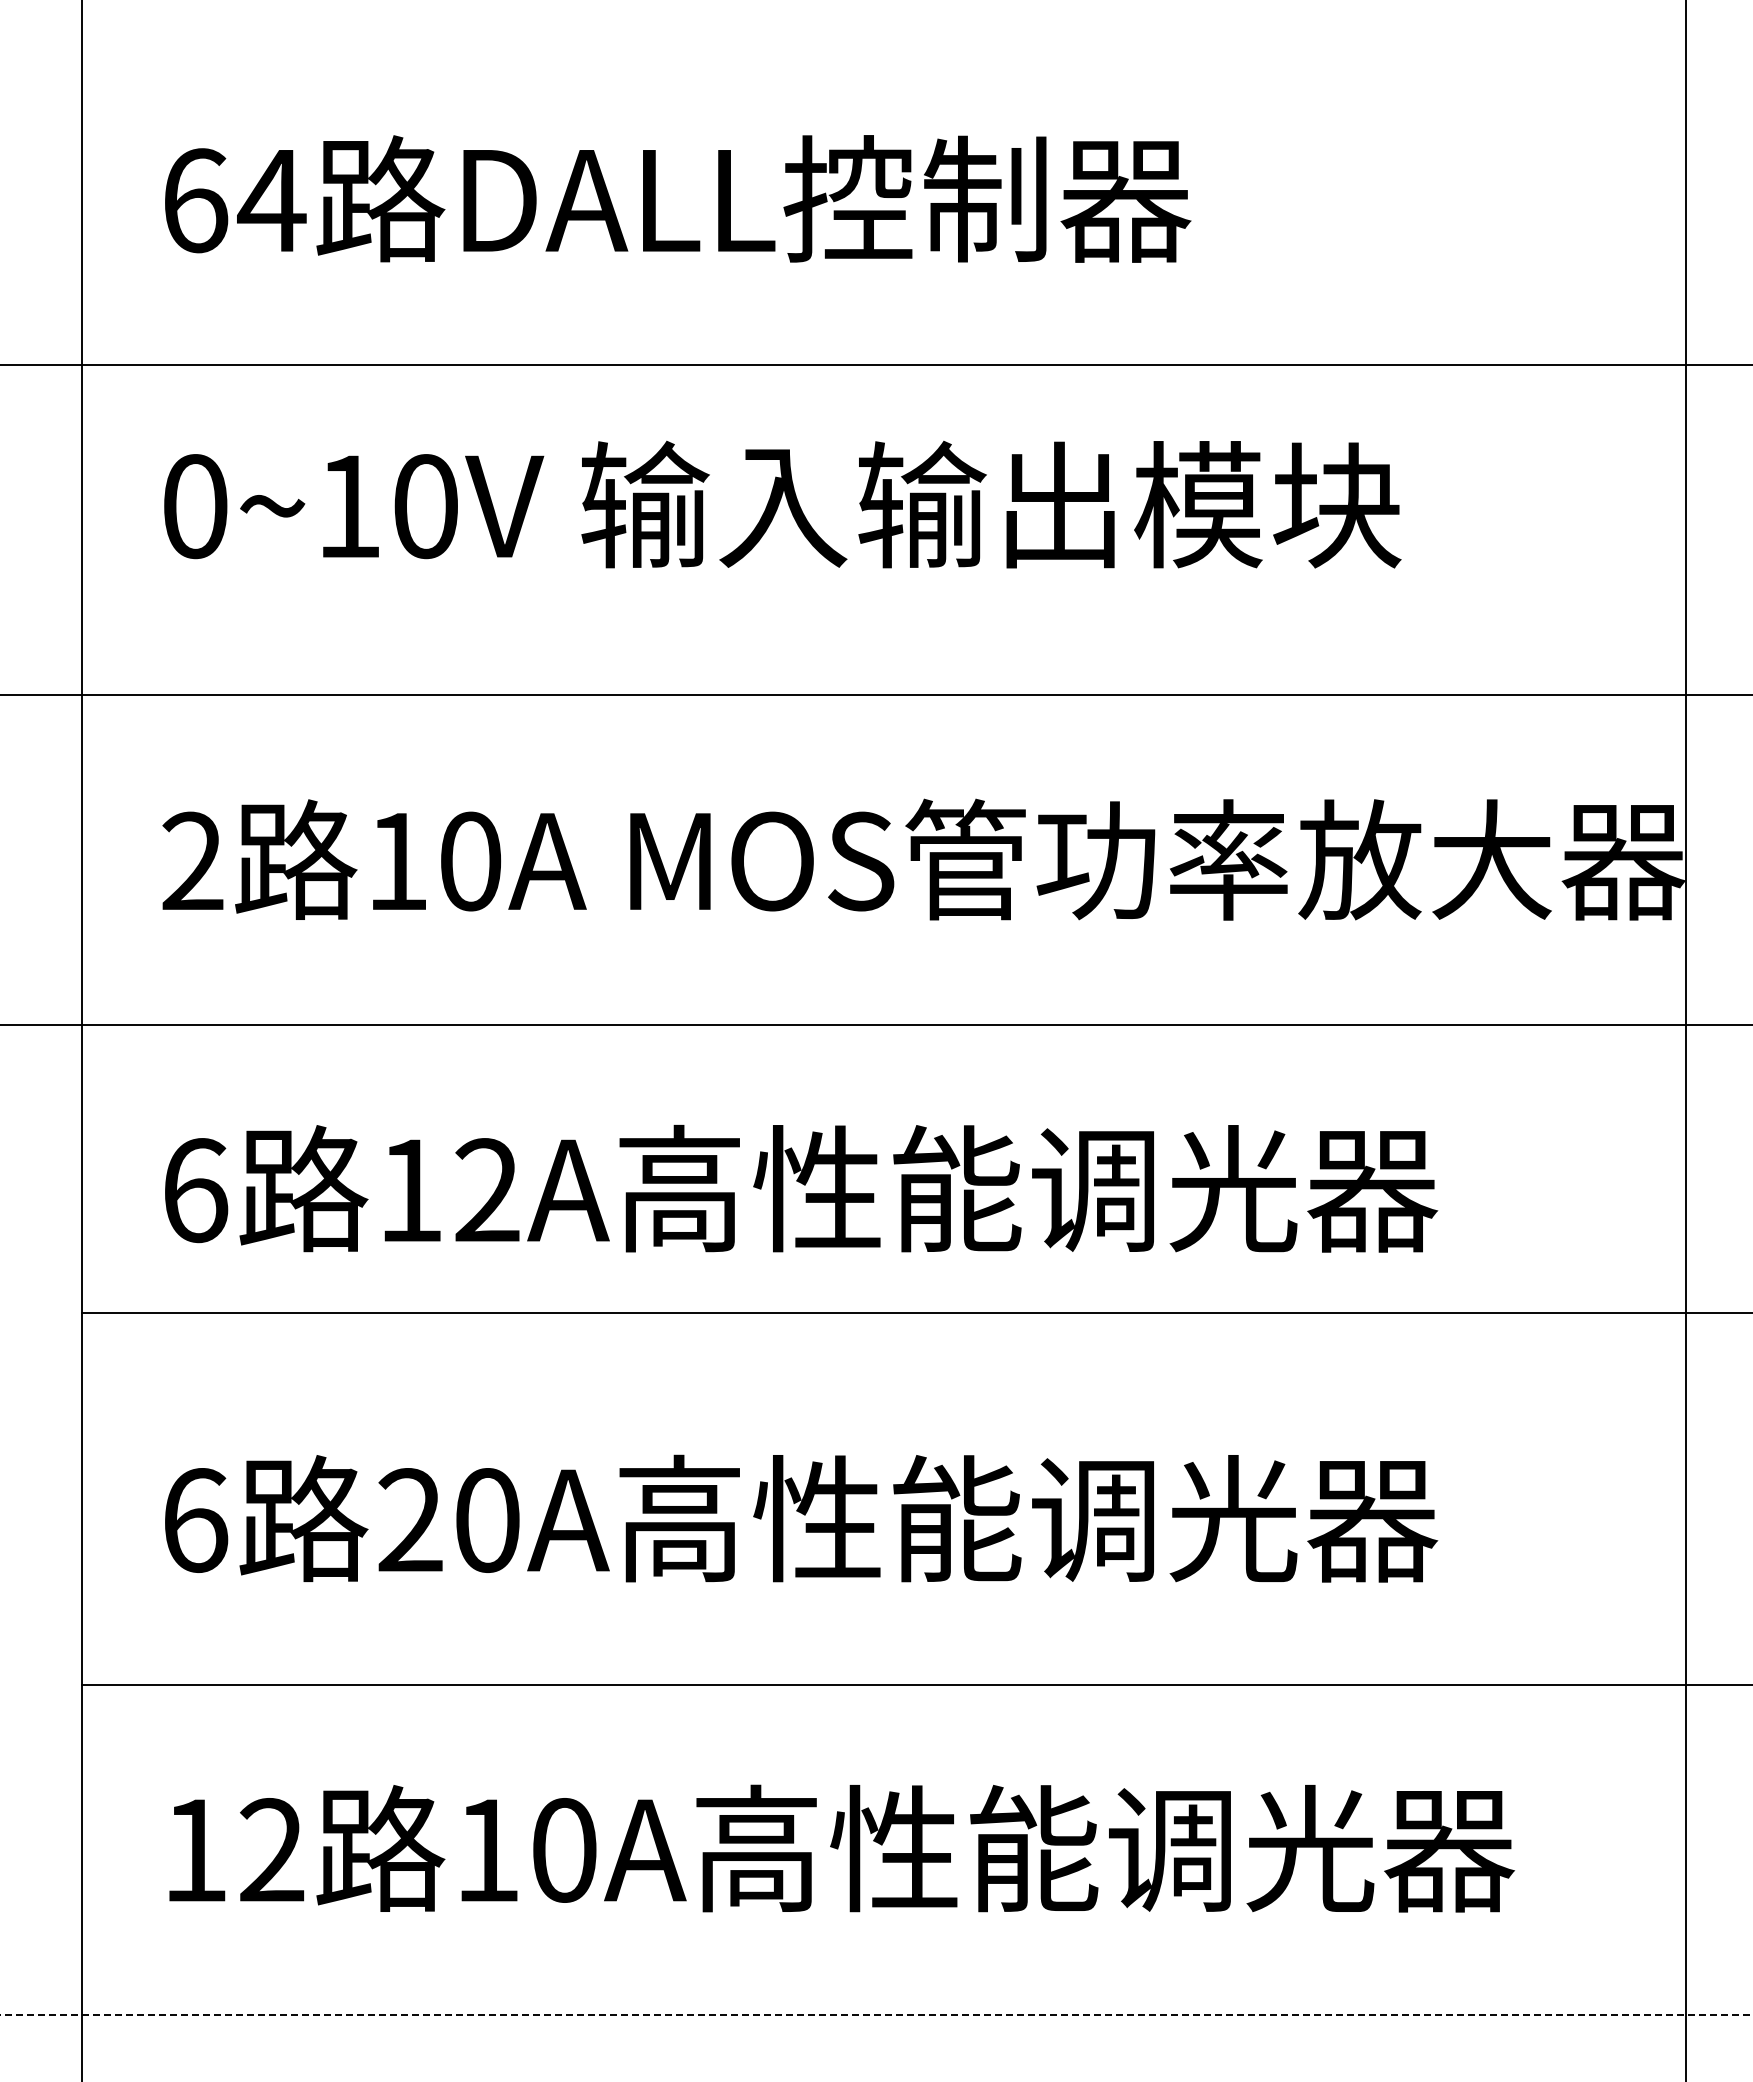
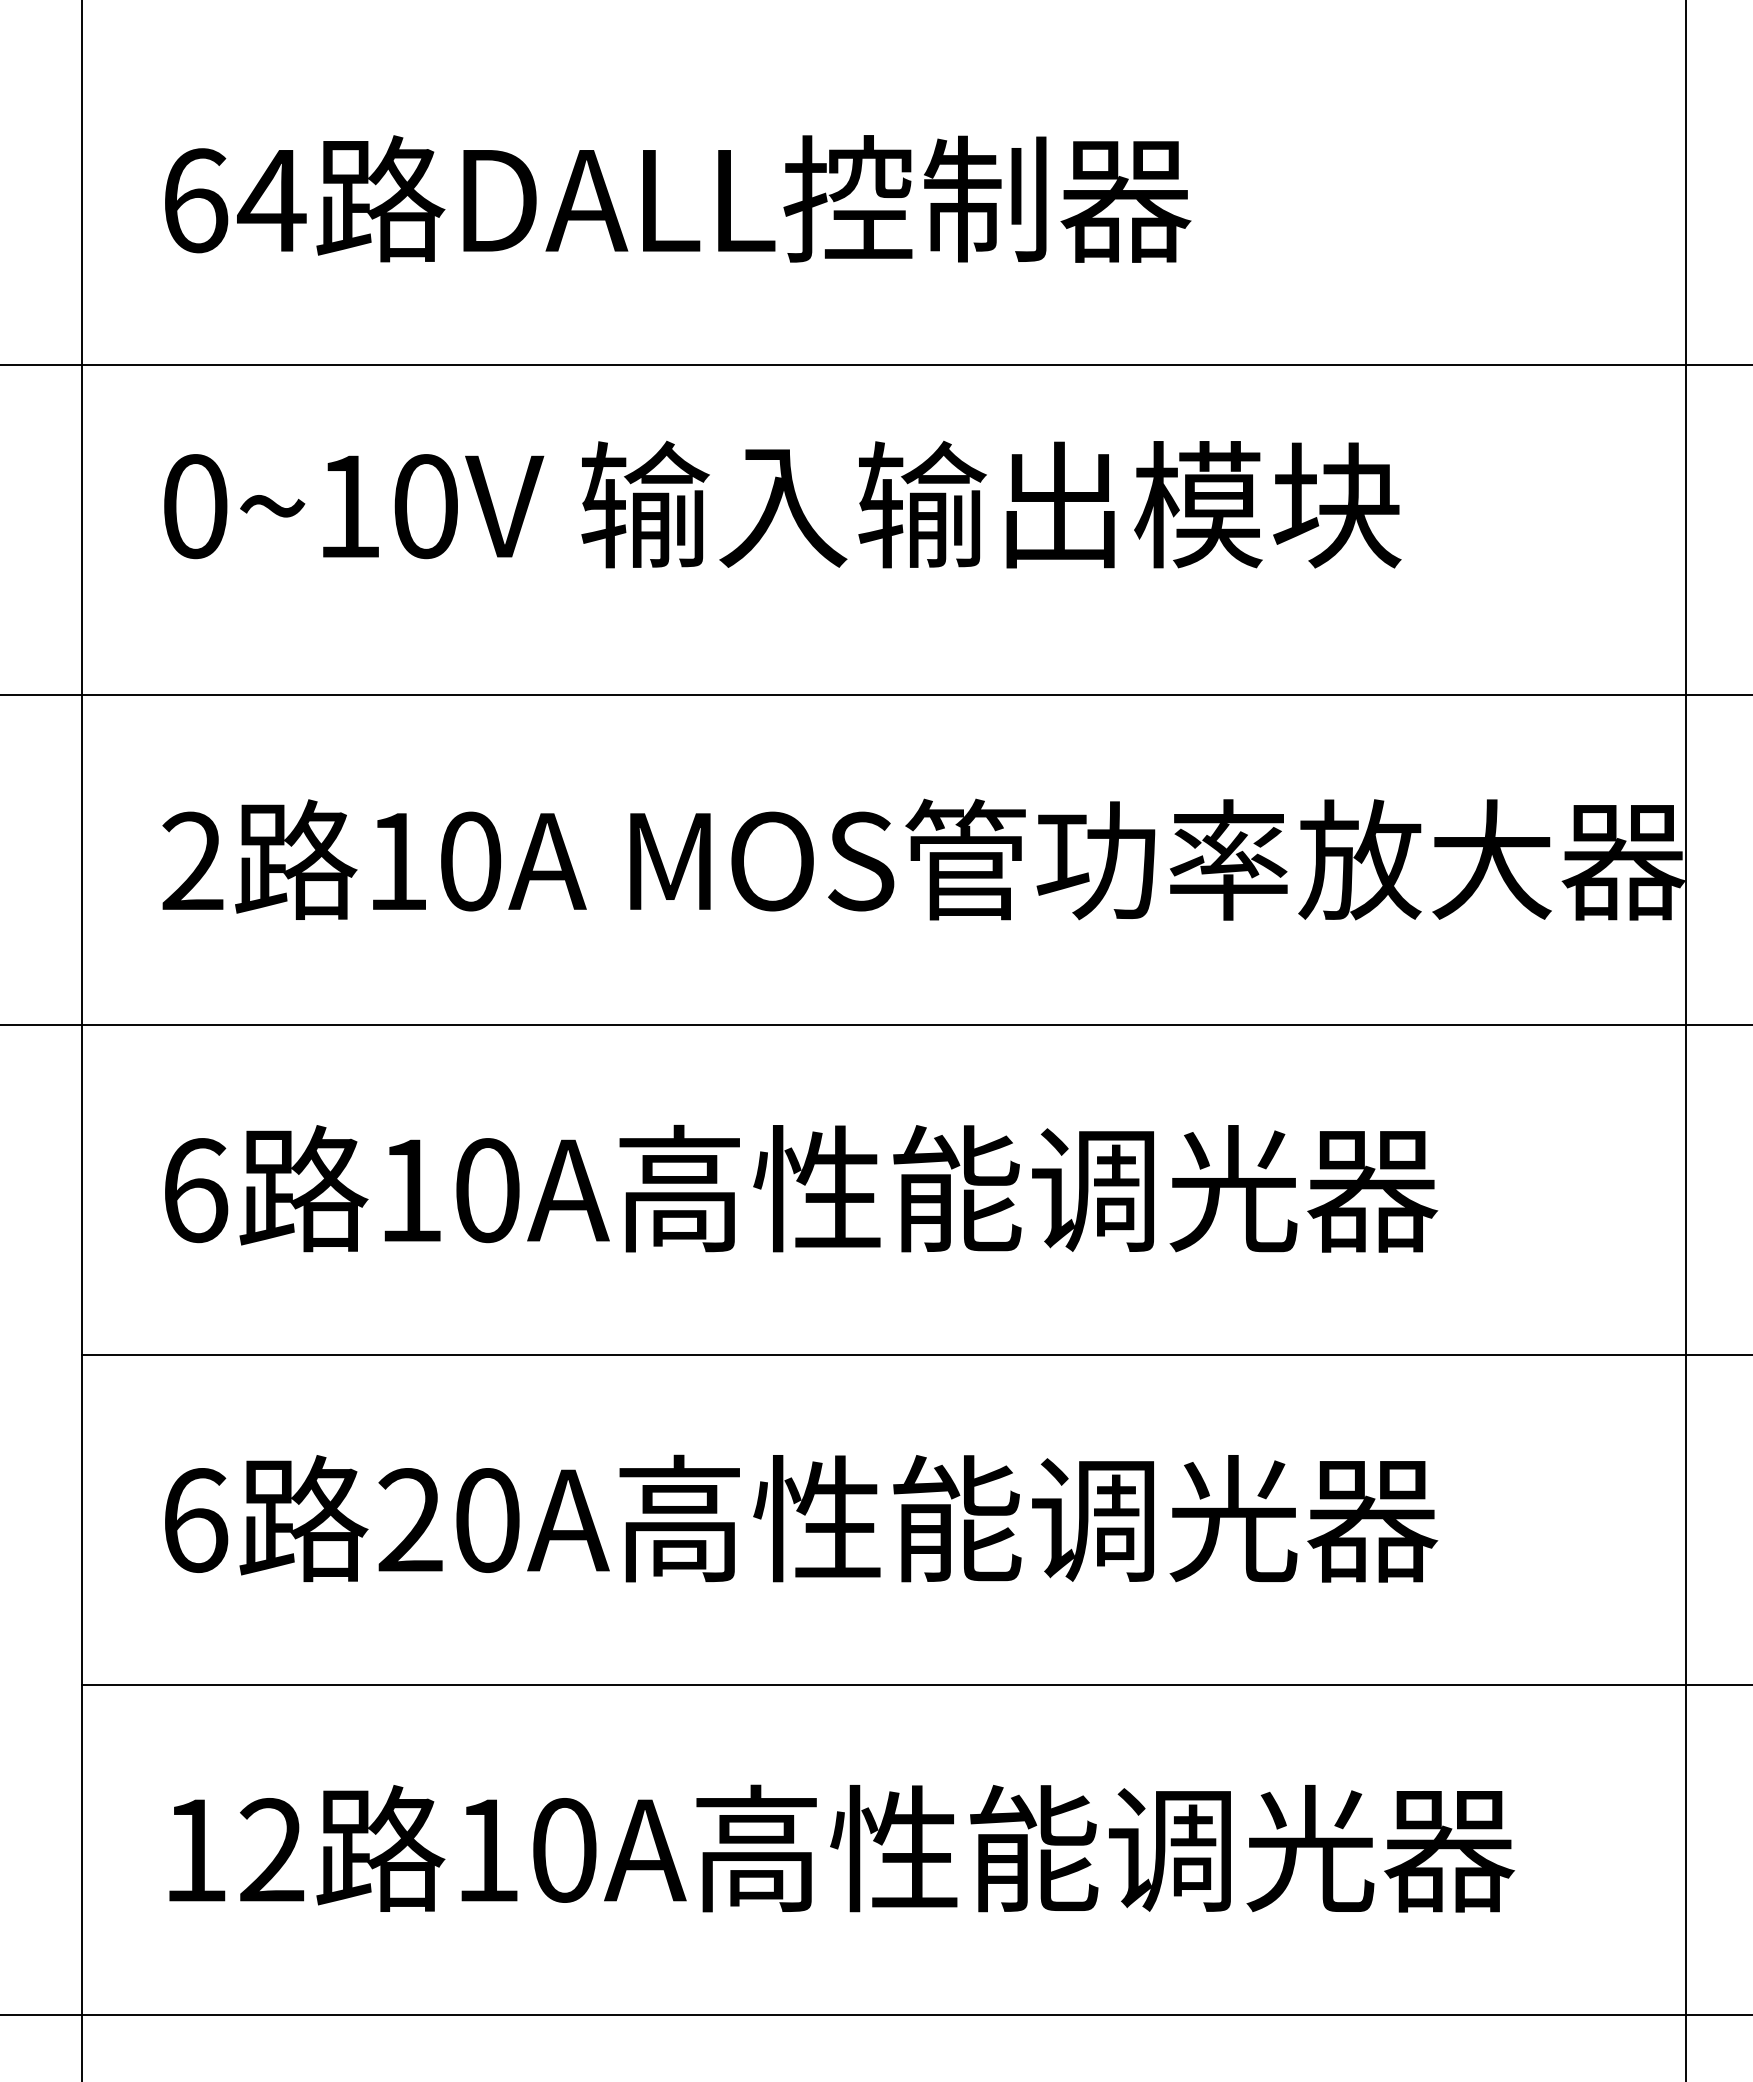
text at (487, 1190): 12A -> 10A
line at (915, 1313) position: (915, 1313) -> (915, 1355)
line at (876, 2015): dashed -> solid
